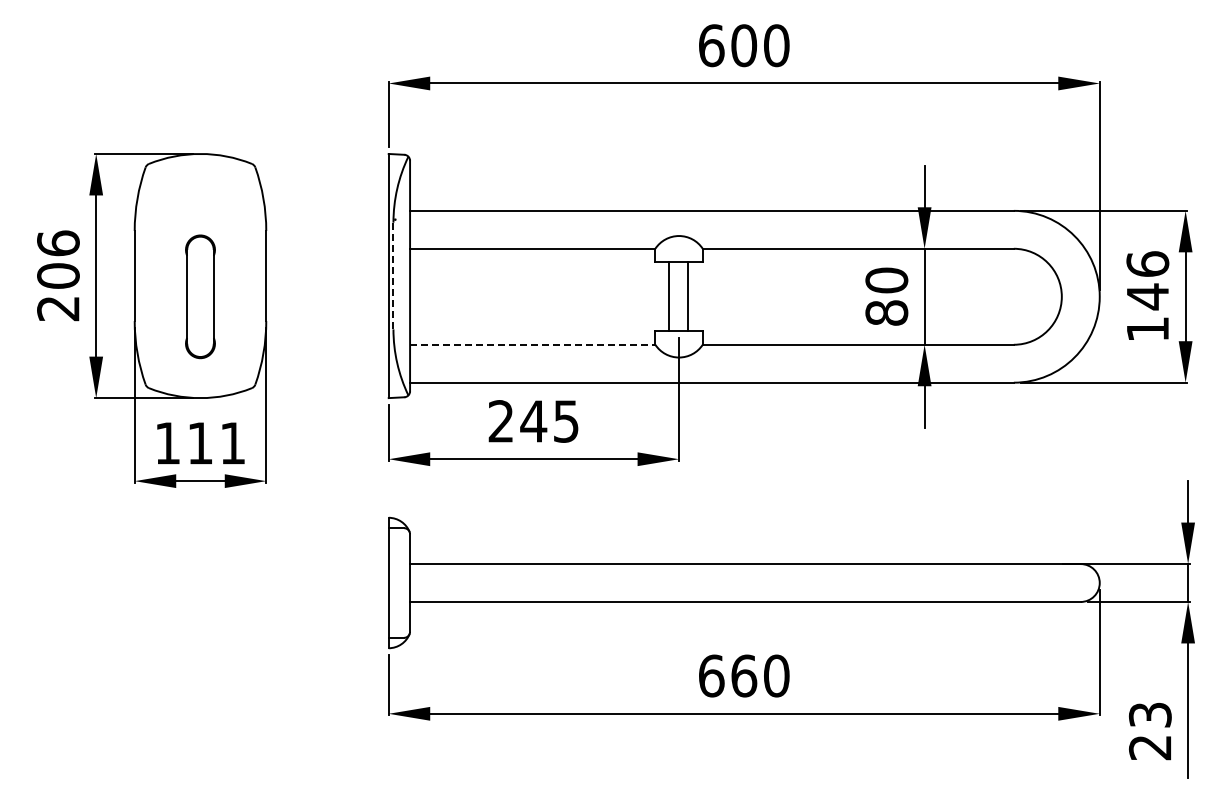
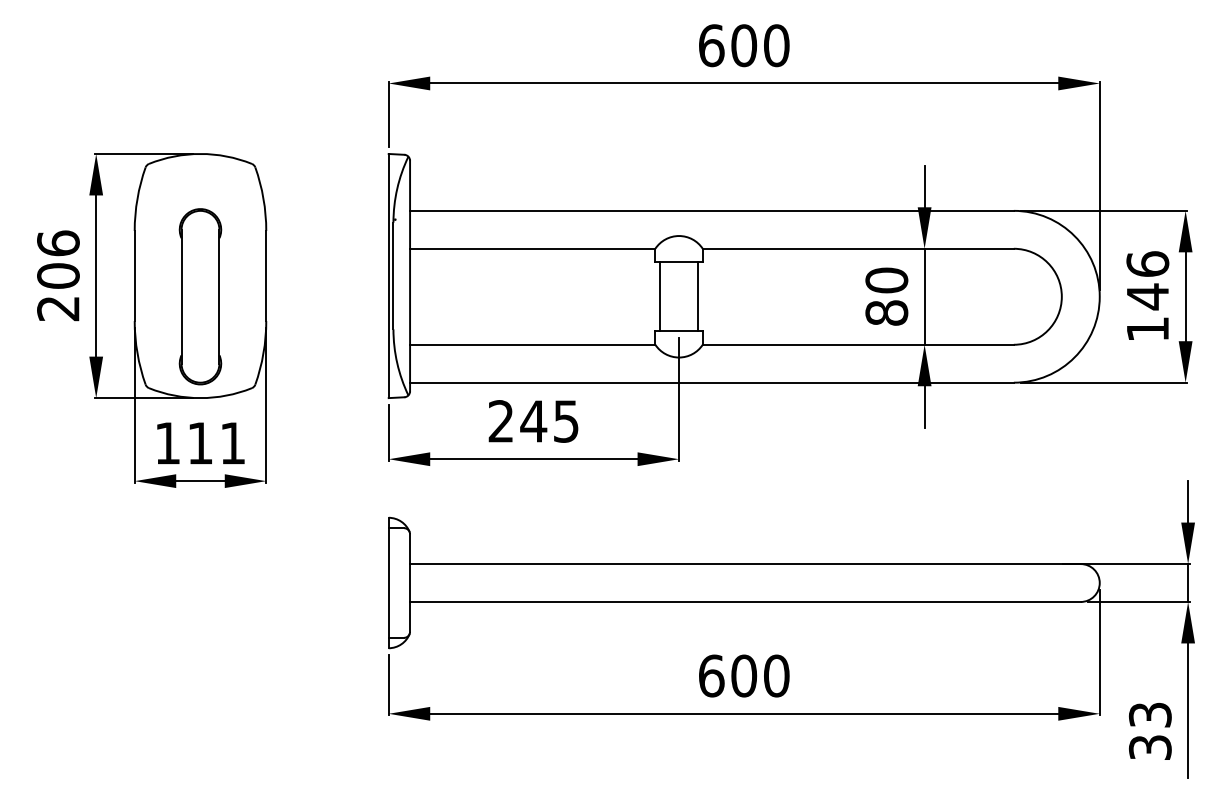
line at (393, 276): dashed -> solid
part at (200, 296) size: 31x126 px -> 45x178 px
line at (669, 296) position: (669, 296) -> (660, 296)
line at (688, 296) position: (688, 296) -> (698, 296)
line at (532, 344): dashed -> solid
text at (744, 675): 660 -> 600
text at (1150, 747): 23 -> 33
